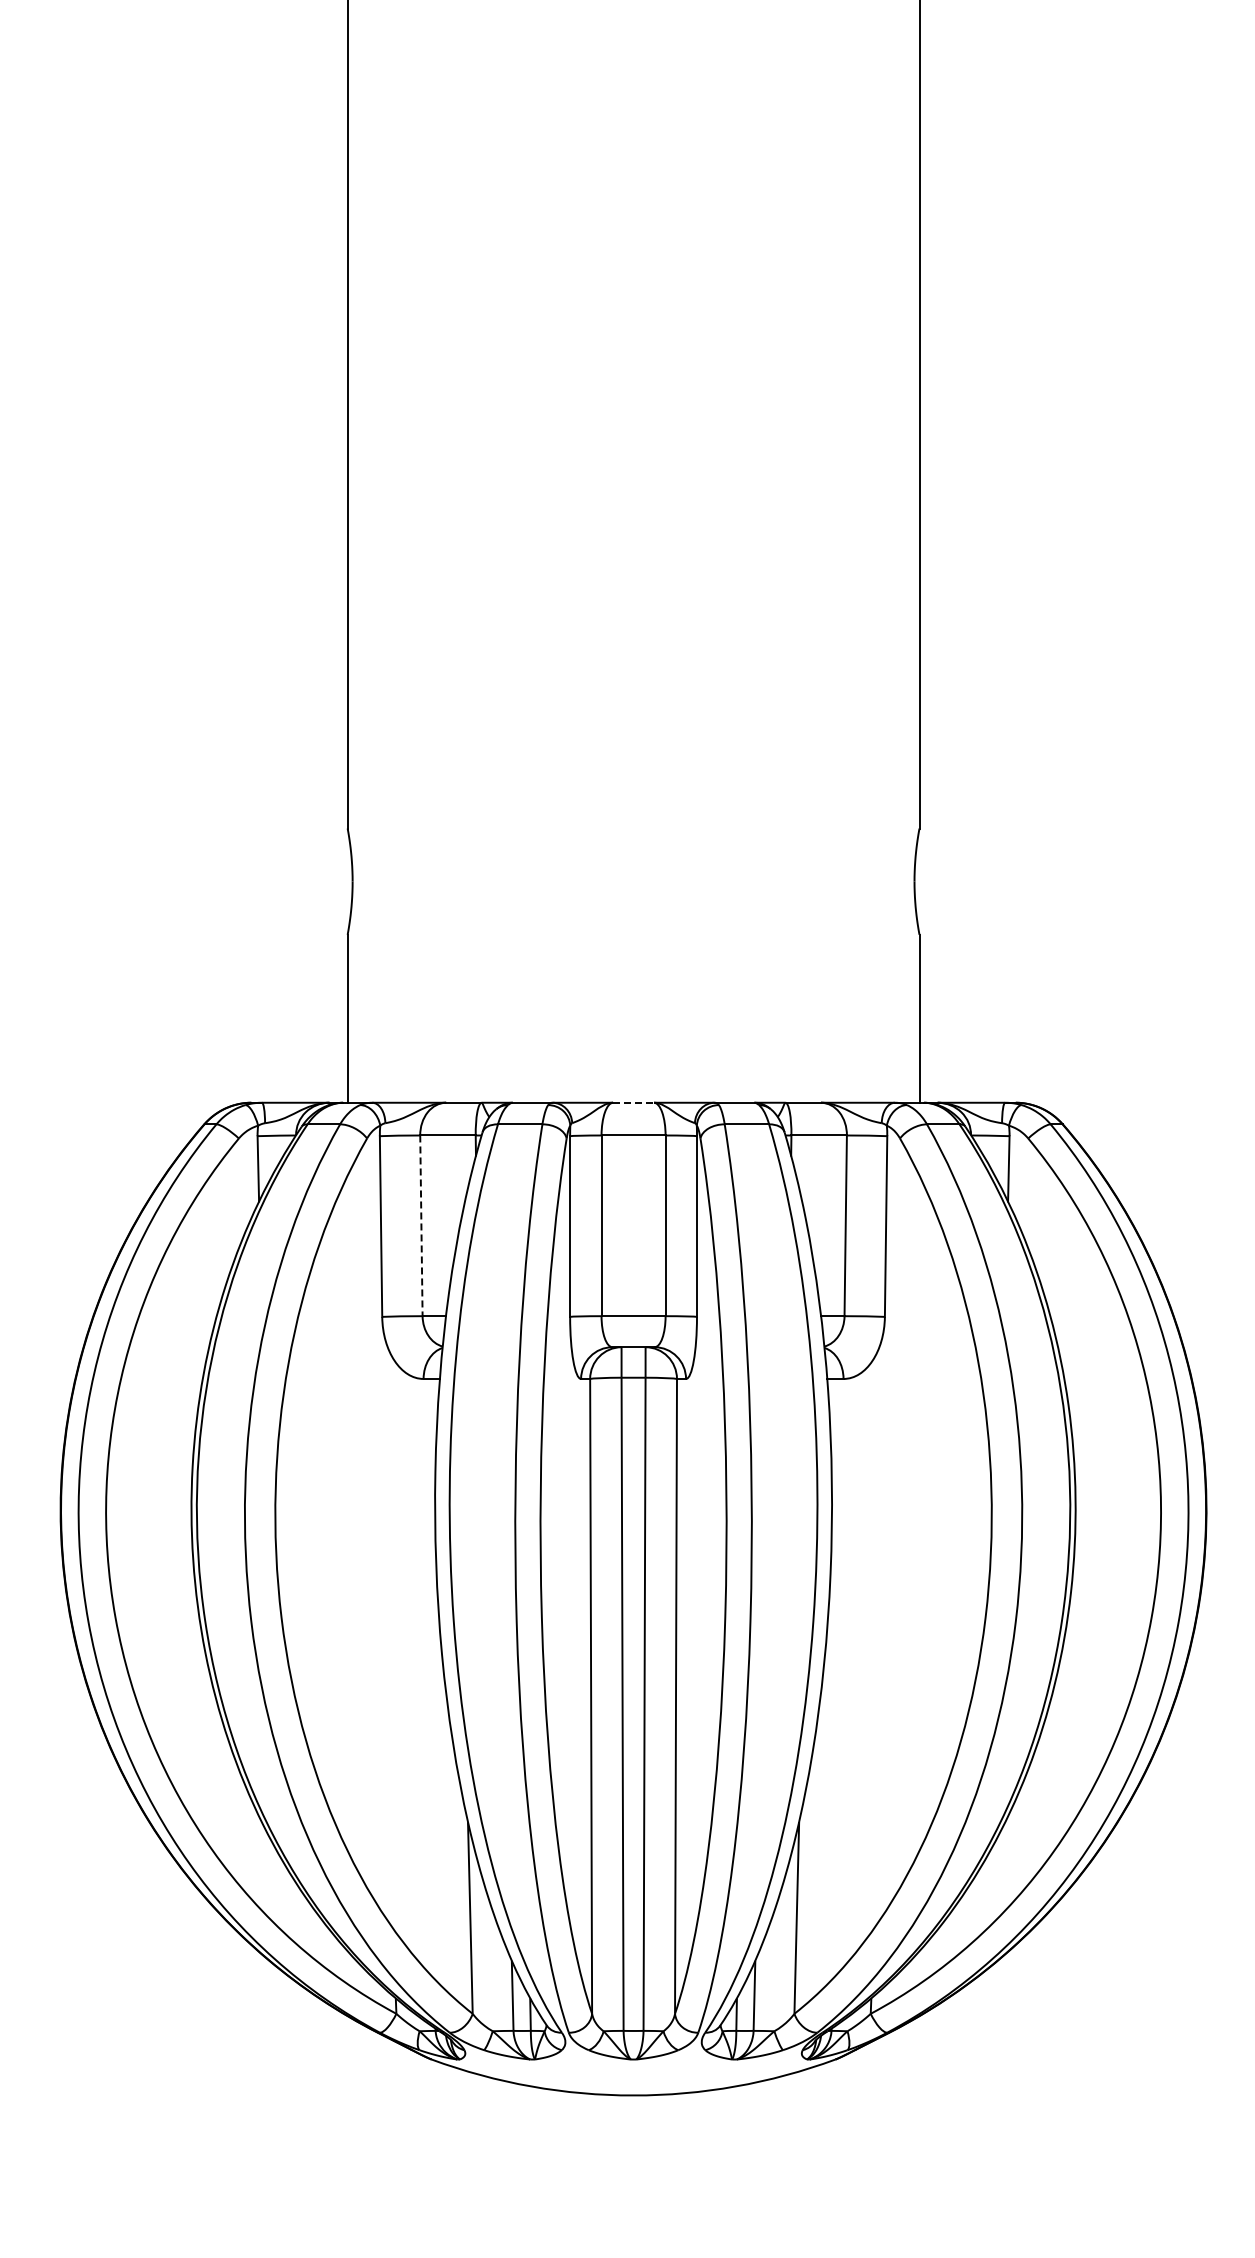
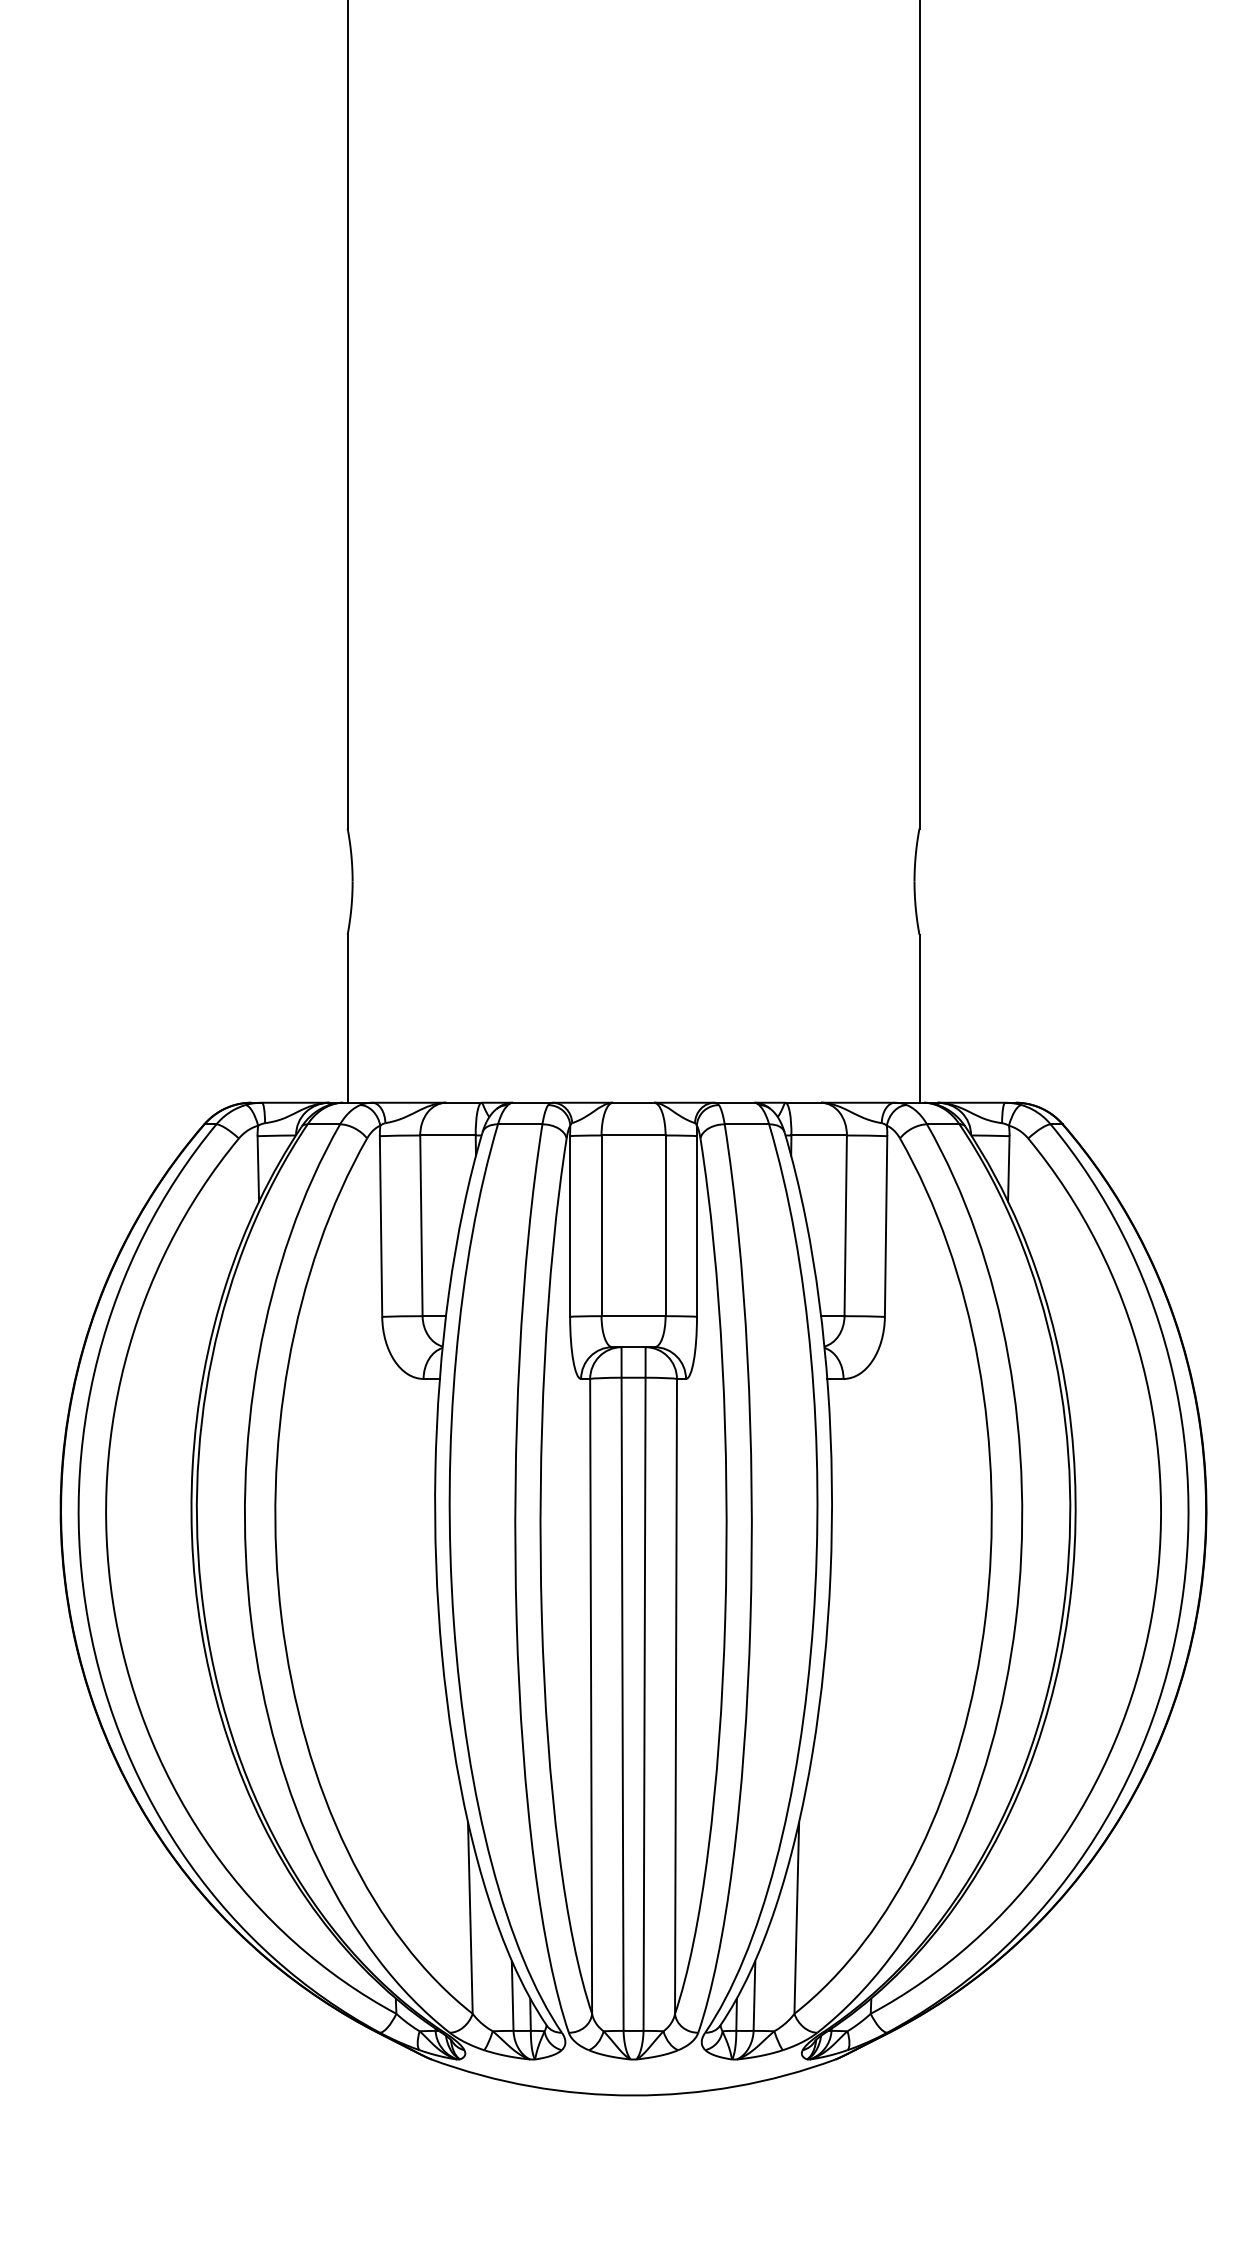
line at (634, 1102): dashed -> solid
line at (421, 1226): dashed -> solid
